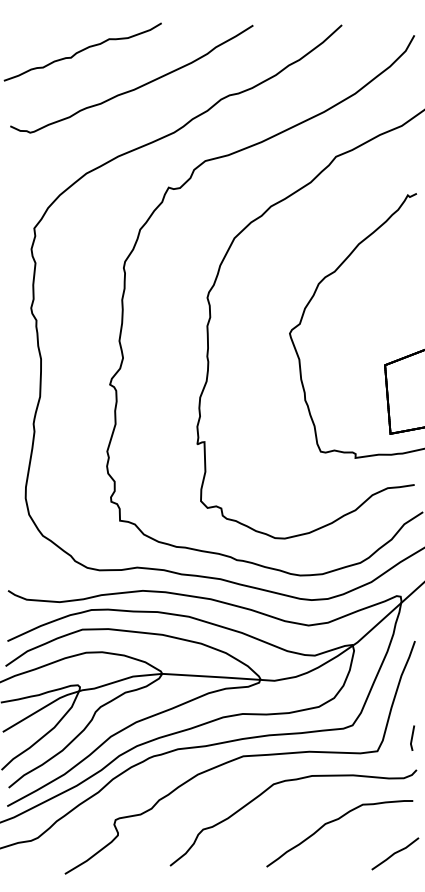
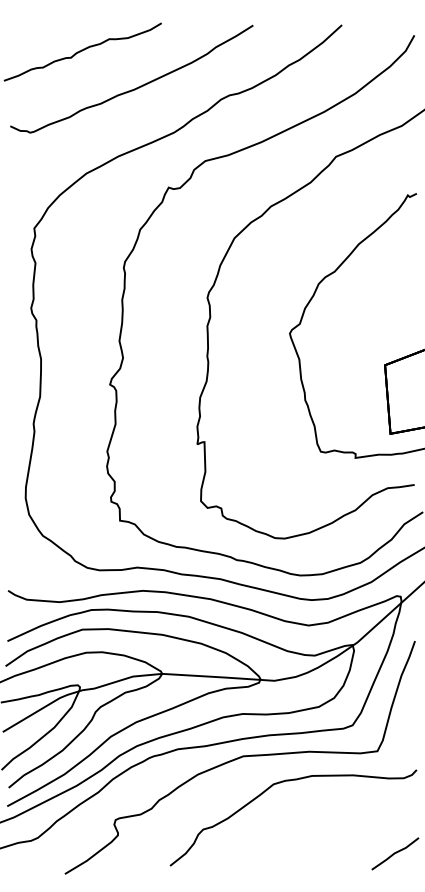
line at (412, 737): present -> none
curve at (335, 821): present -> none
